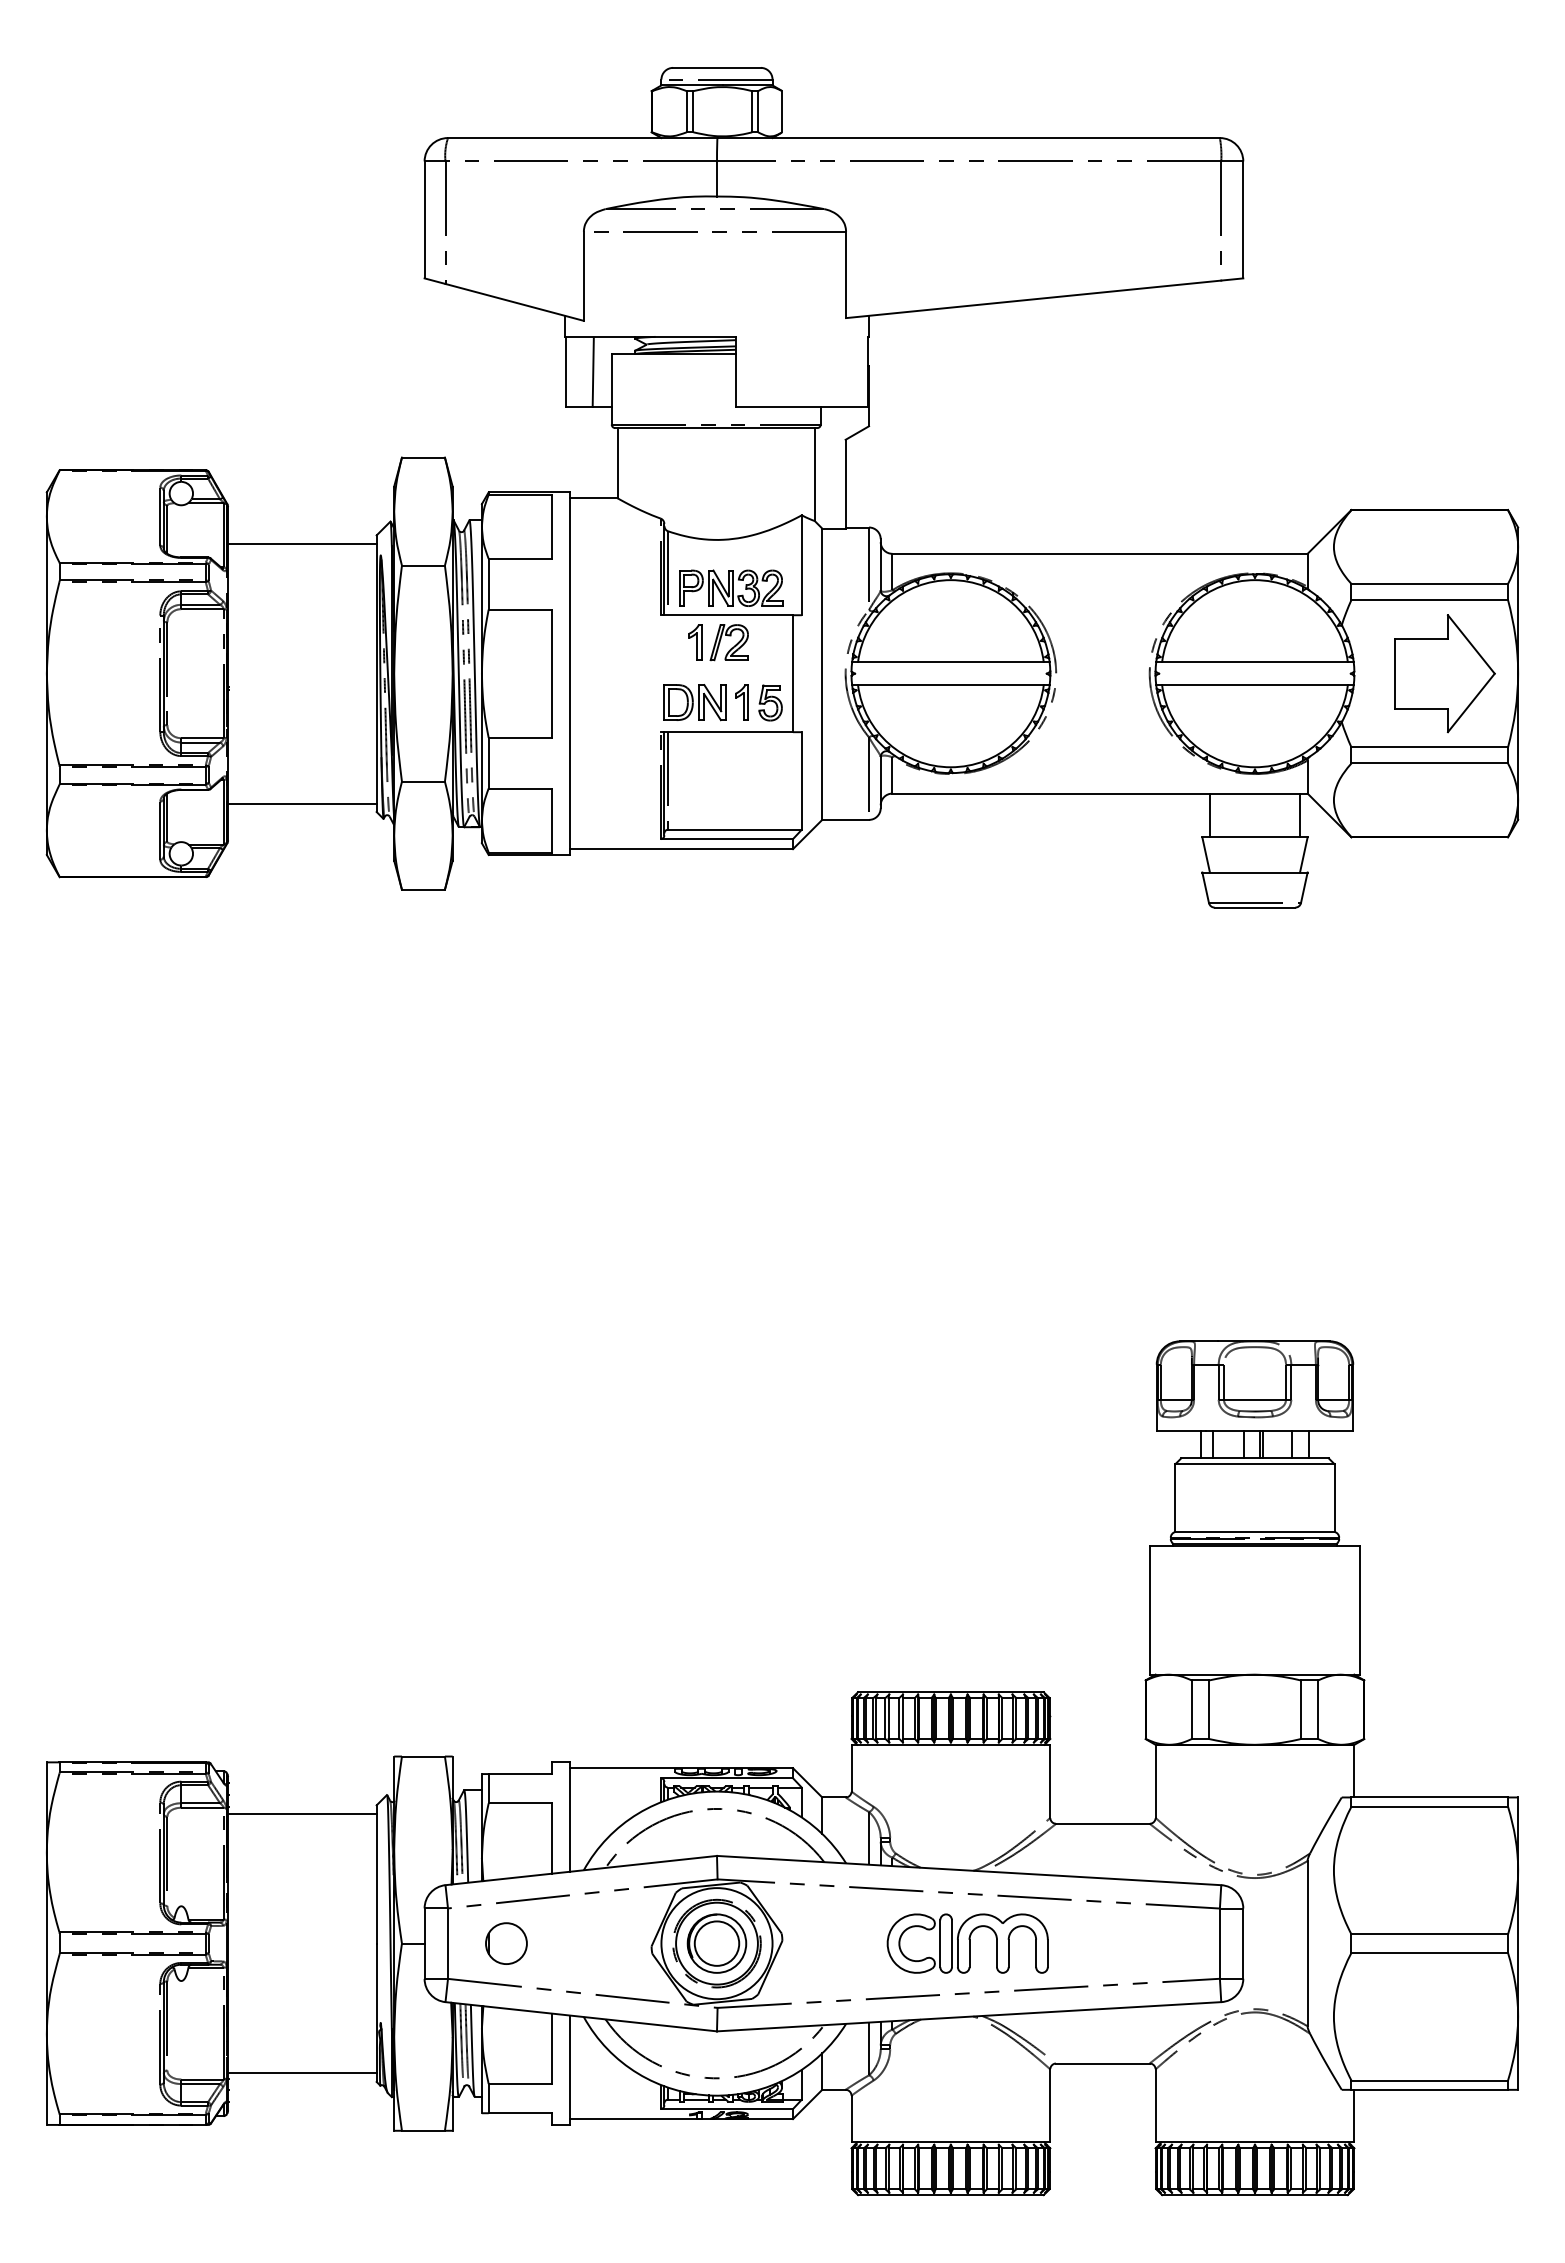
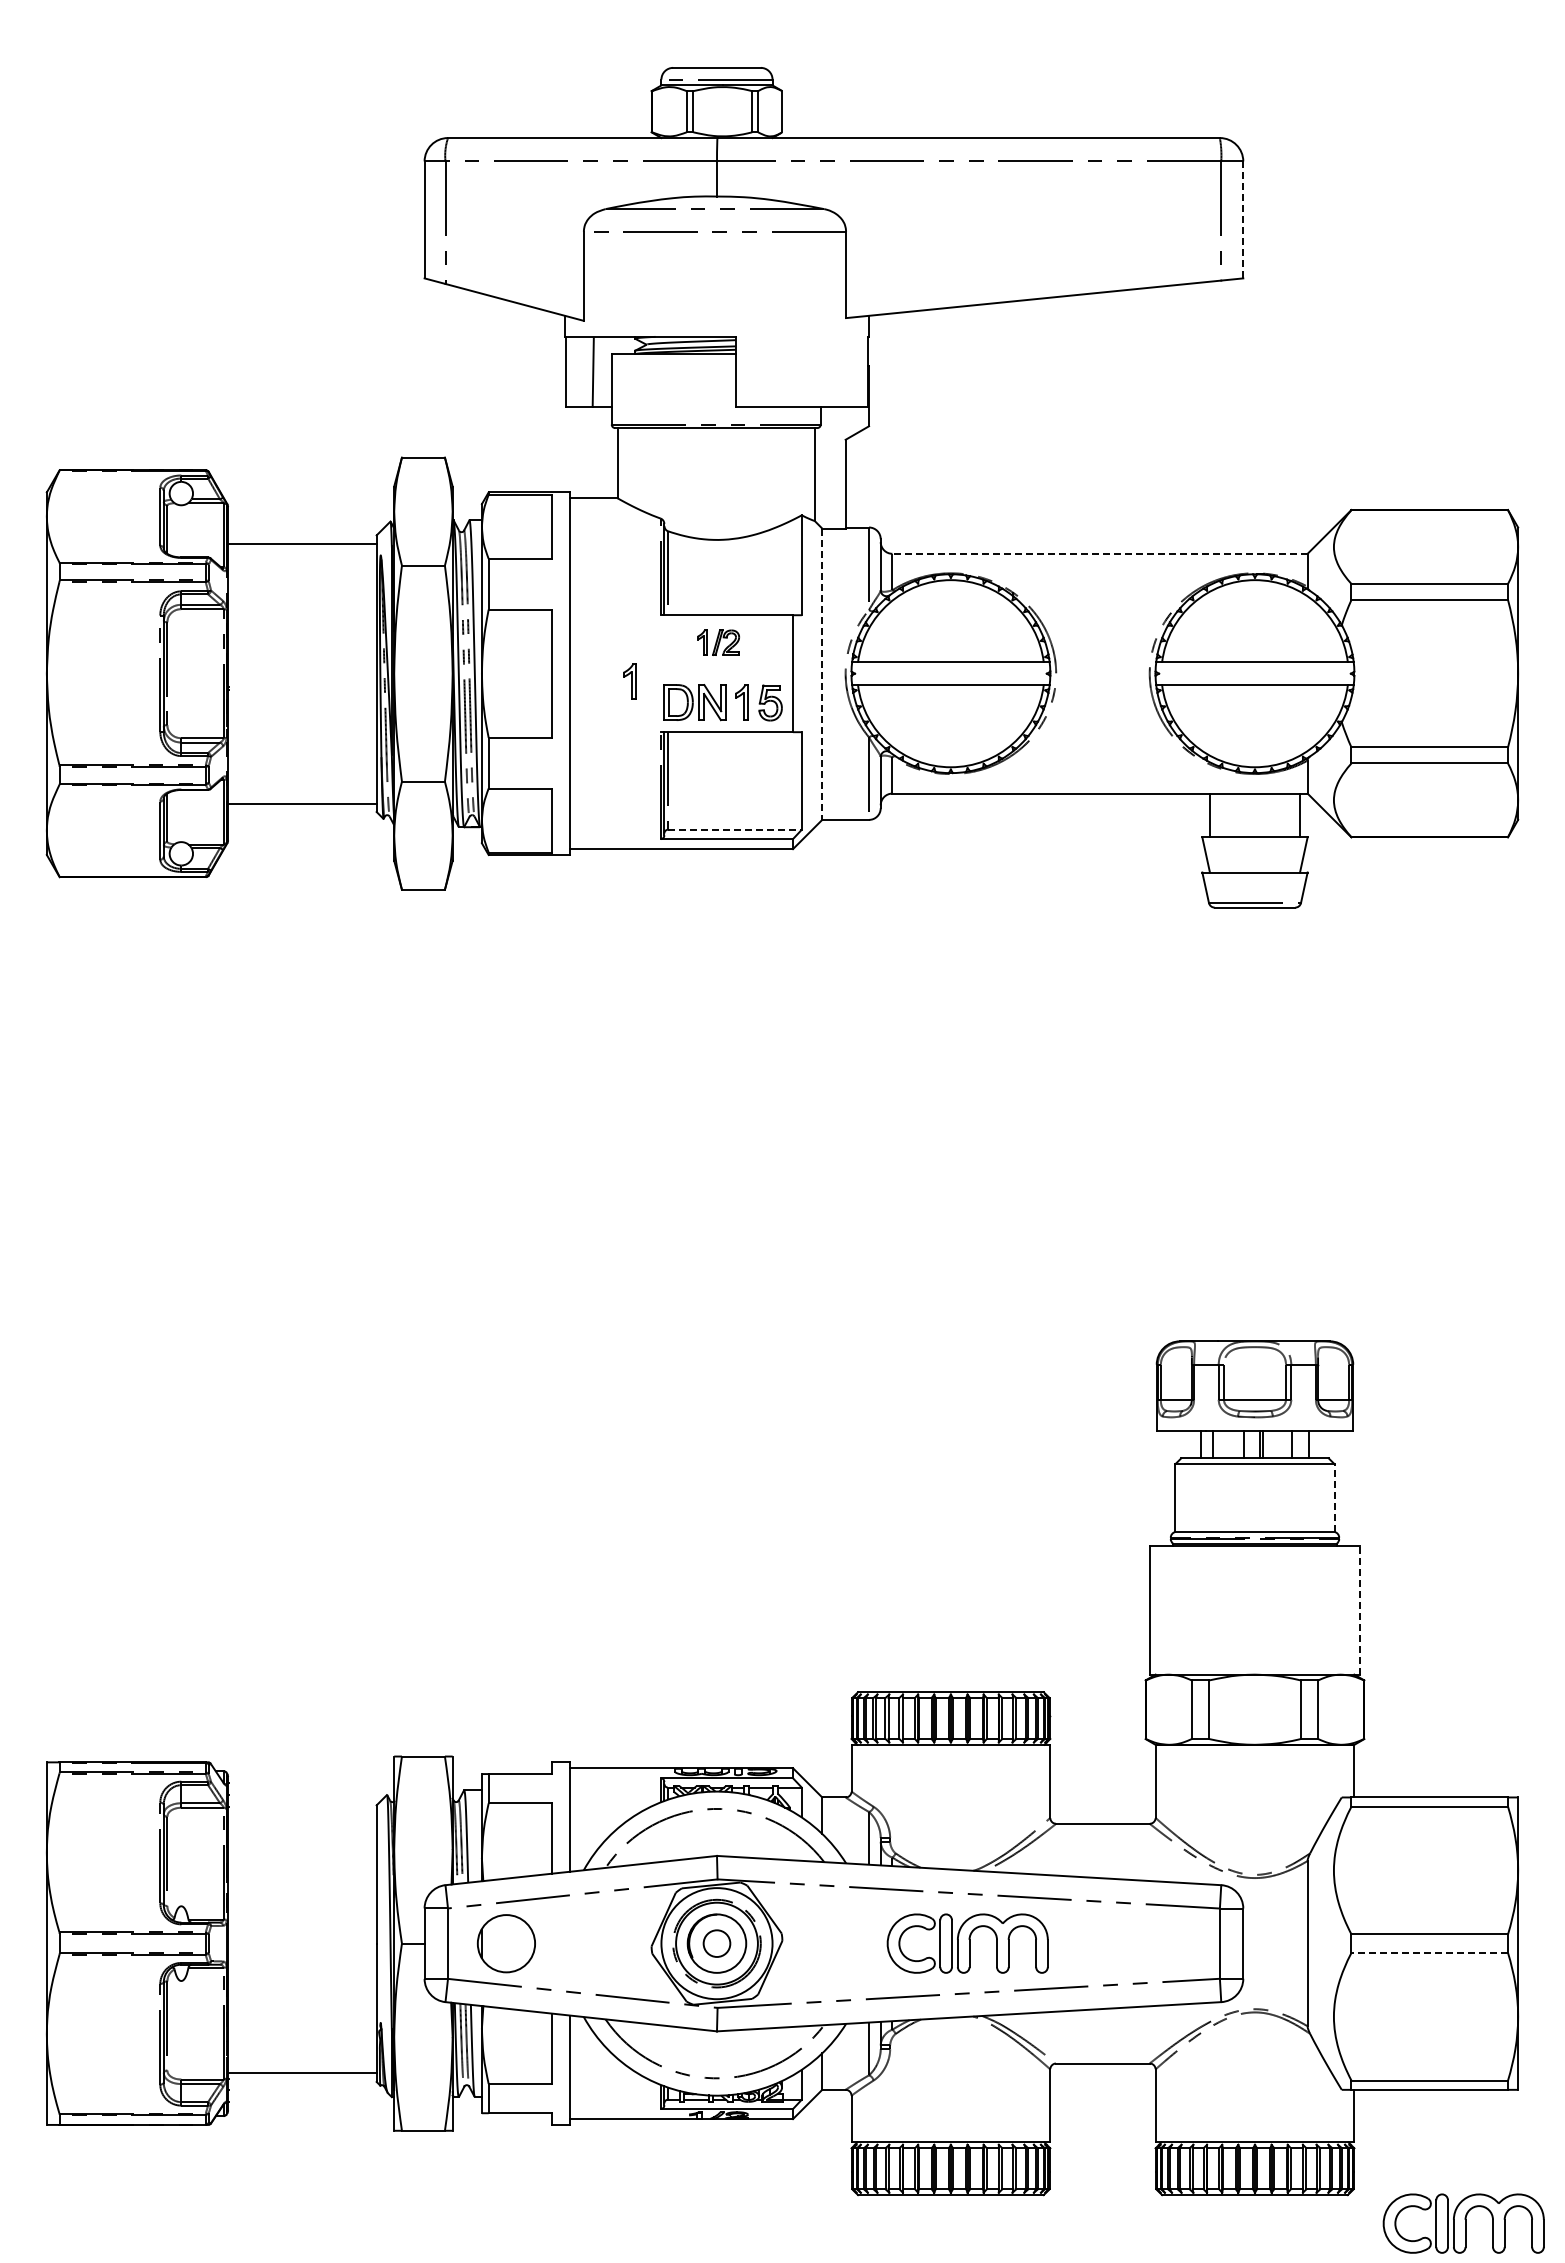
line at (1243, 220): solid -> dashed
line at (1100, 553): solid -> dashed
part at (731, 587): present -> none
part at (718, 642) size: 61x38 px -> 43x27 px
part at (1444, 673): present -> none
line at (822, 674): solid -> dashed
part at (629, 681): none -> present
line at (734, 829): solid -> dashed
line at (1334, 1498): solid -> dashed
line at (1360, 1609): solid -> dashed
line at (302, 1813): present -> none
part at (506, 1943) size: 43x43 px -> 60x60 px
circle at (716, 1943) diameter: 44 px -> 27 px
line at (1429, 1952): solid -> dashed
part at (1463, 2223): none -> present
